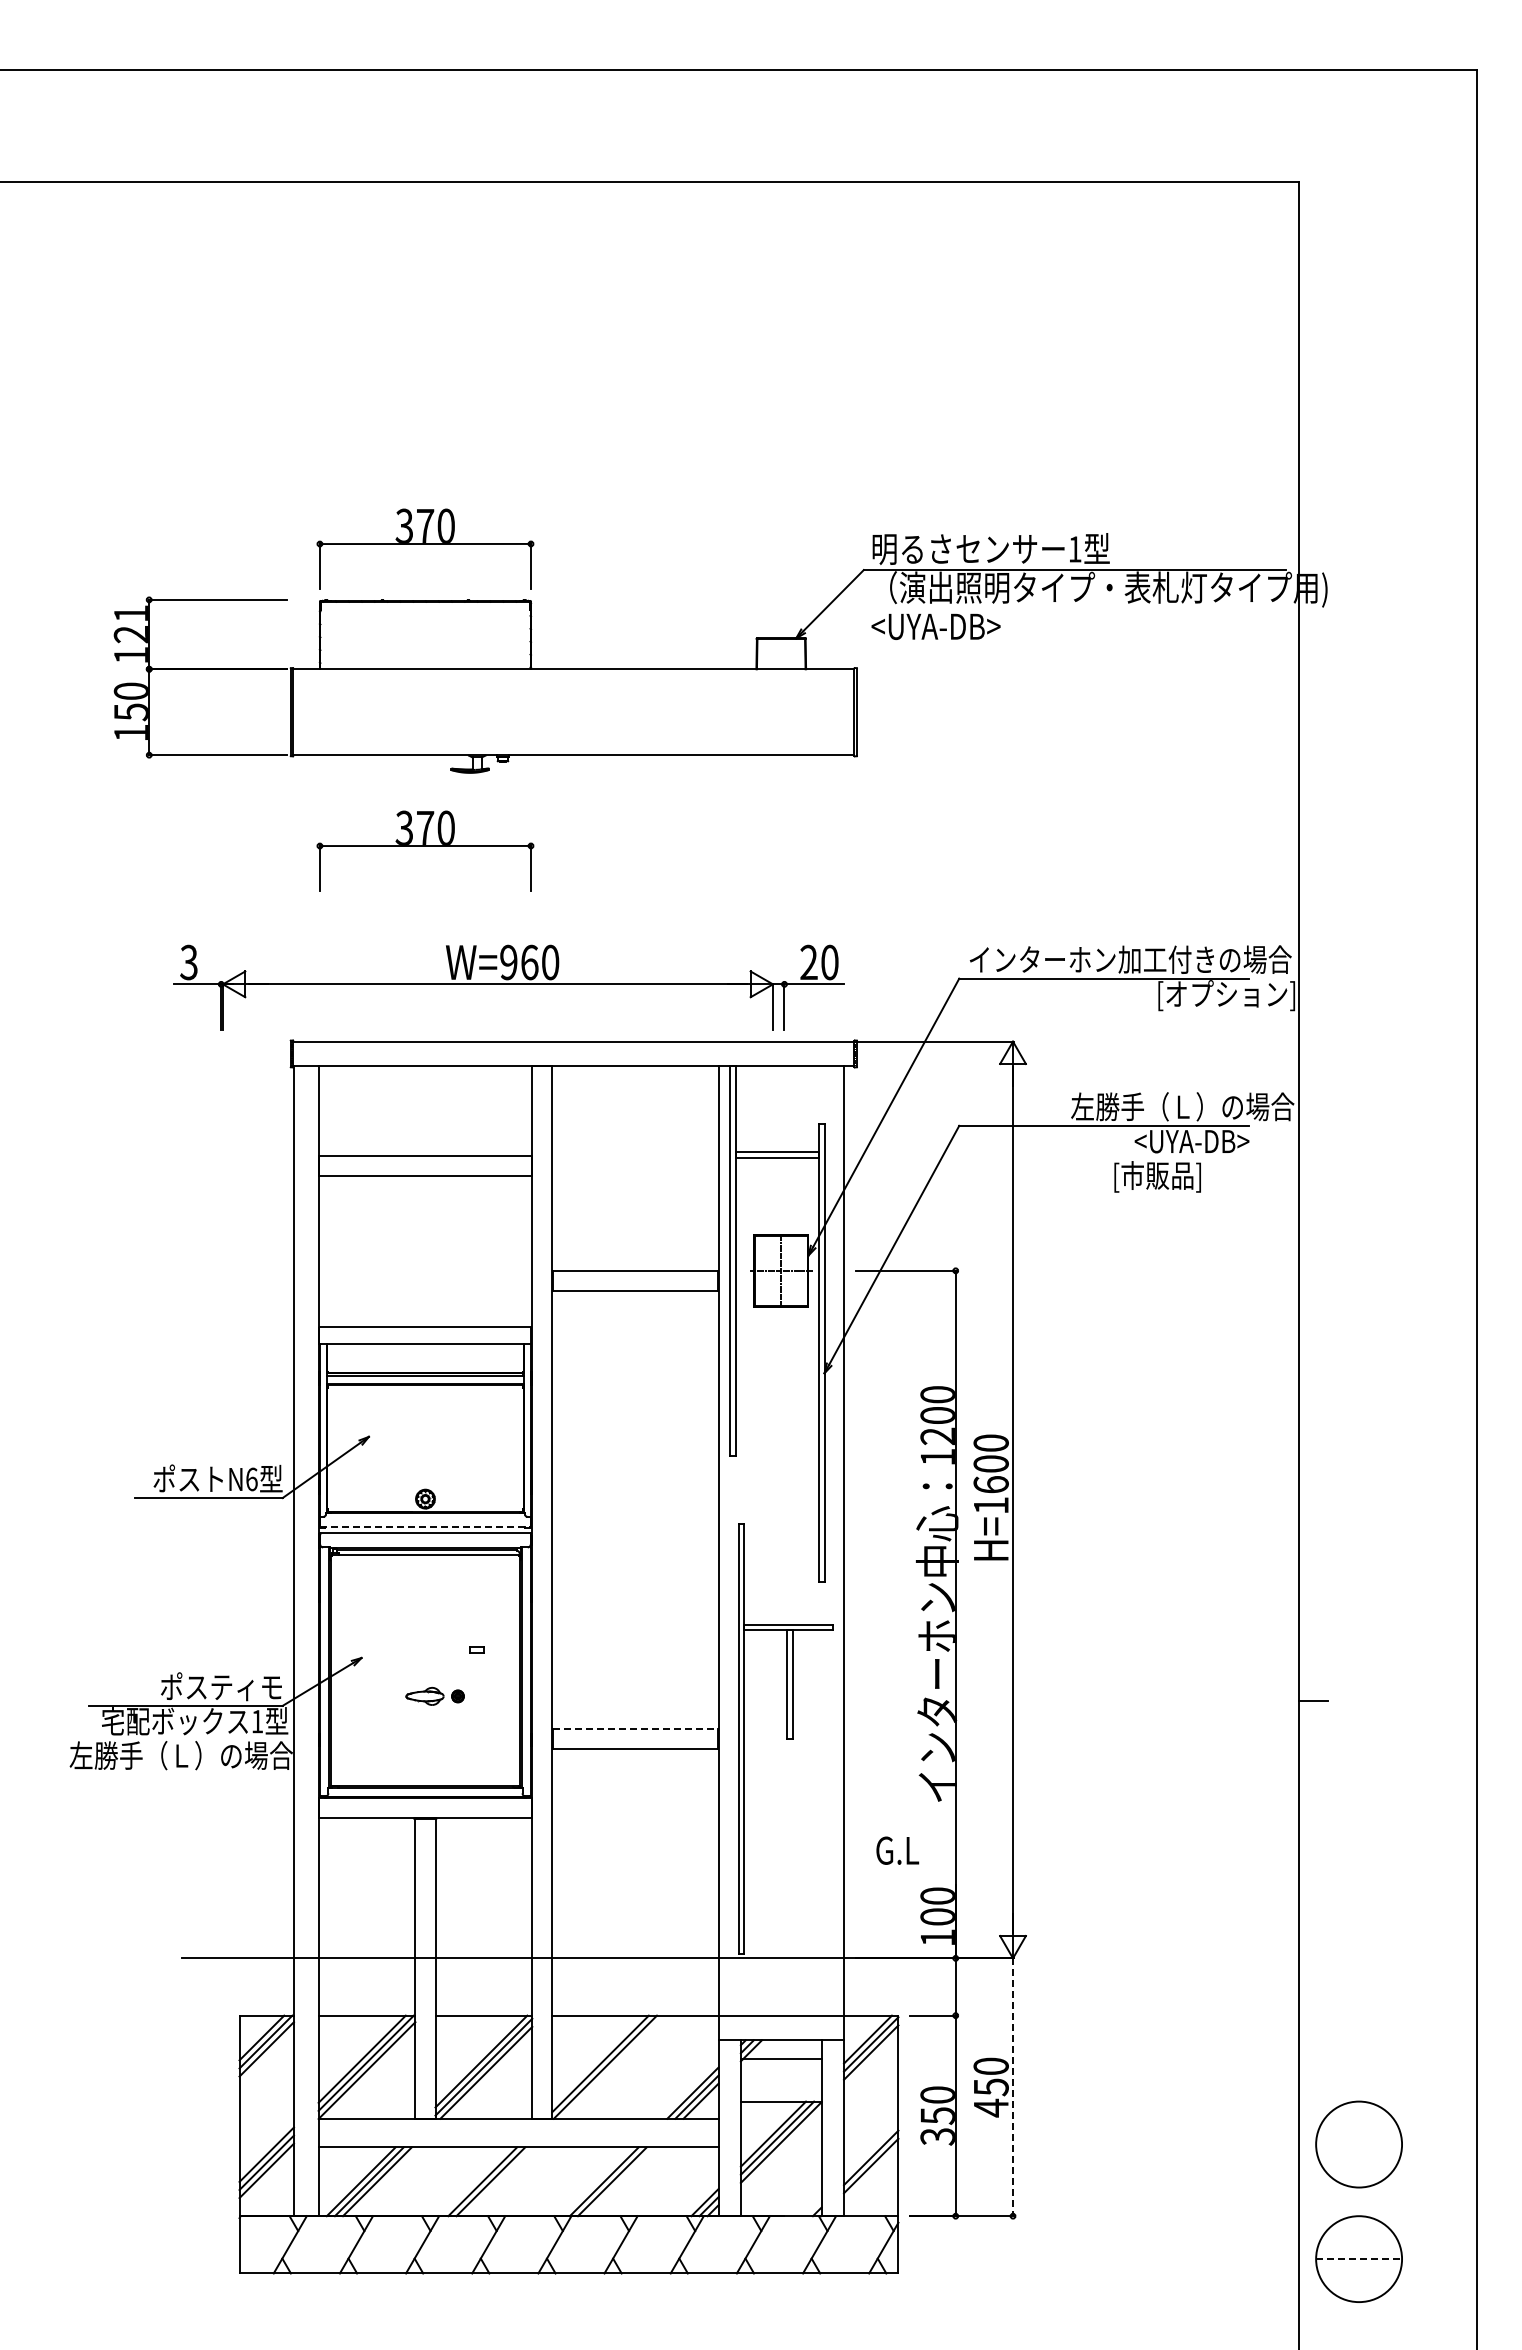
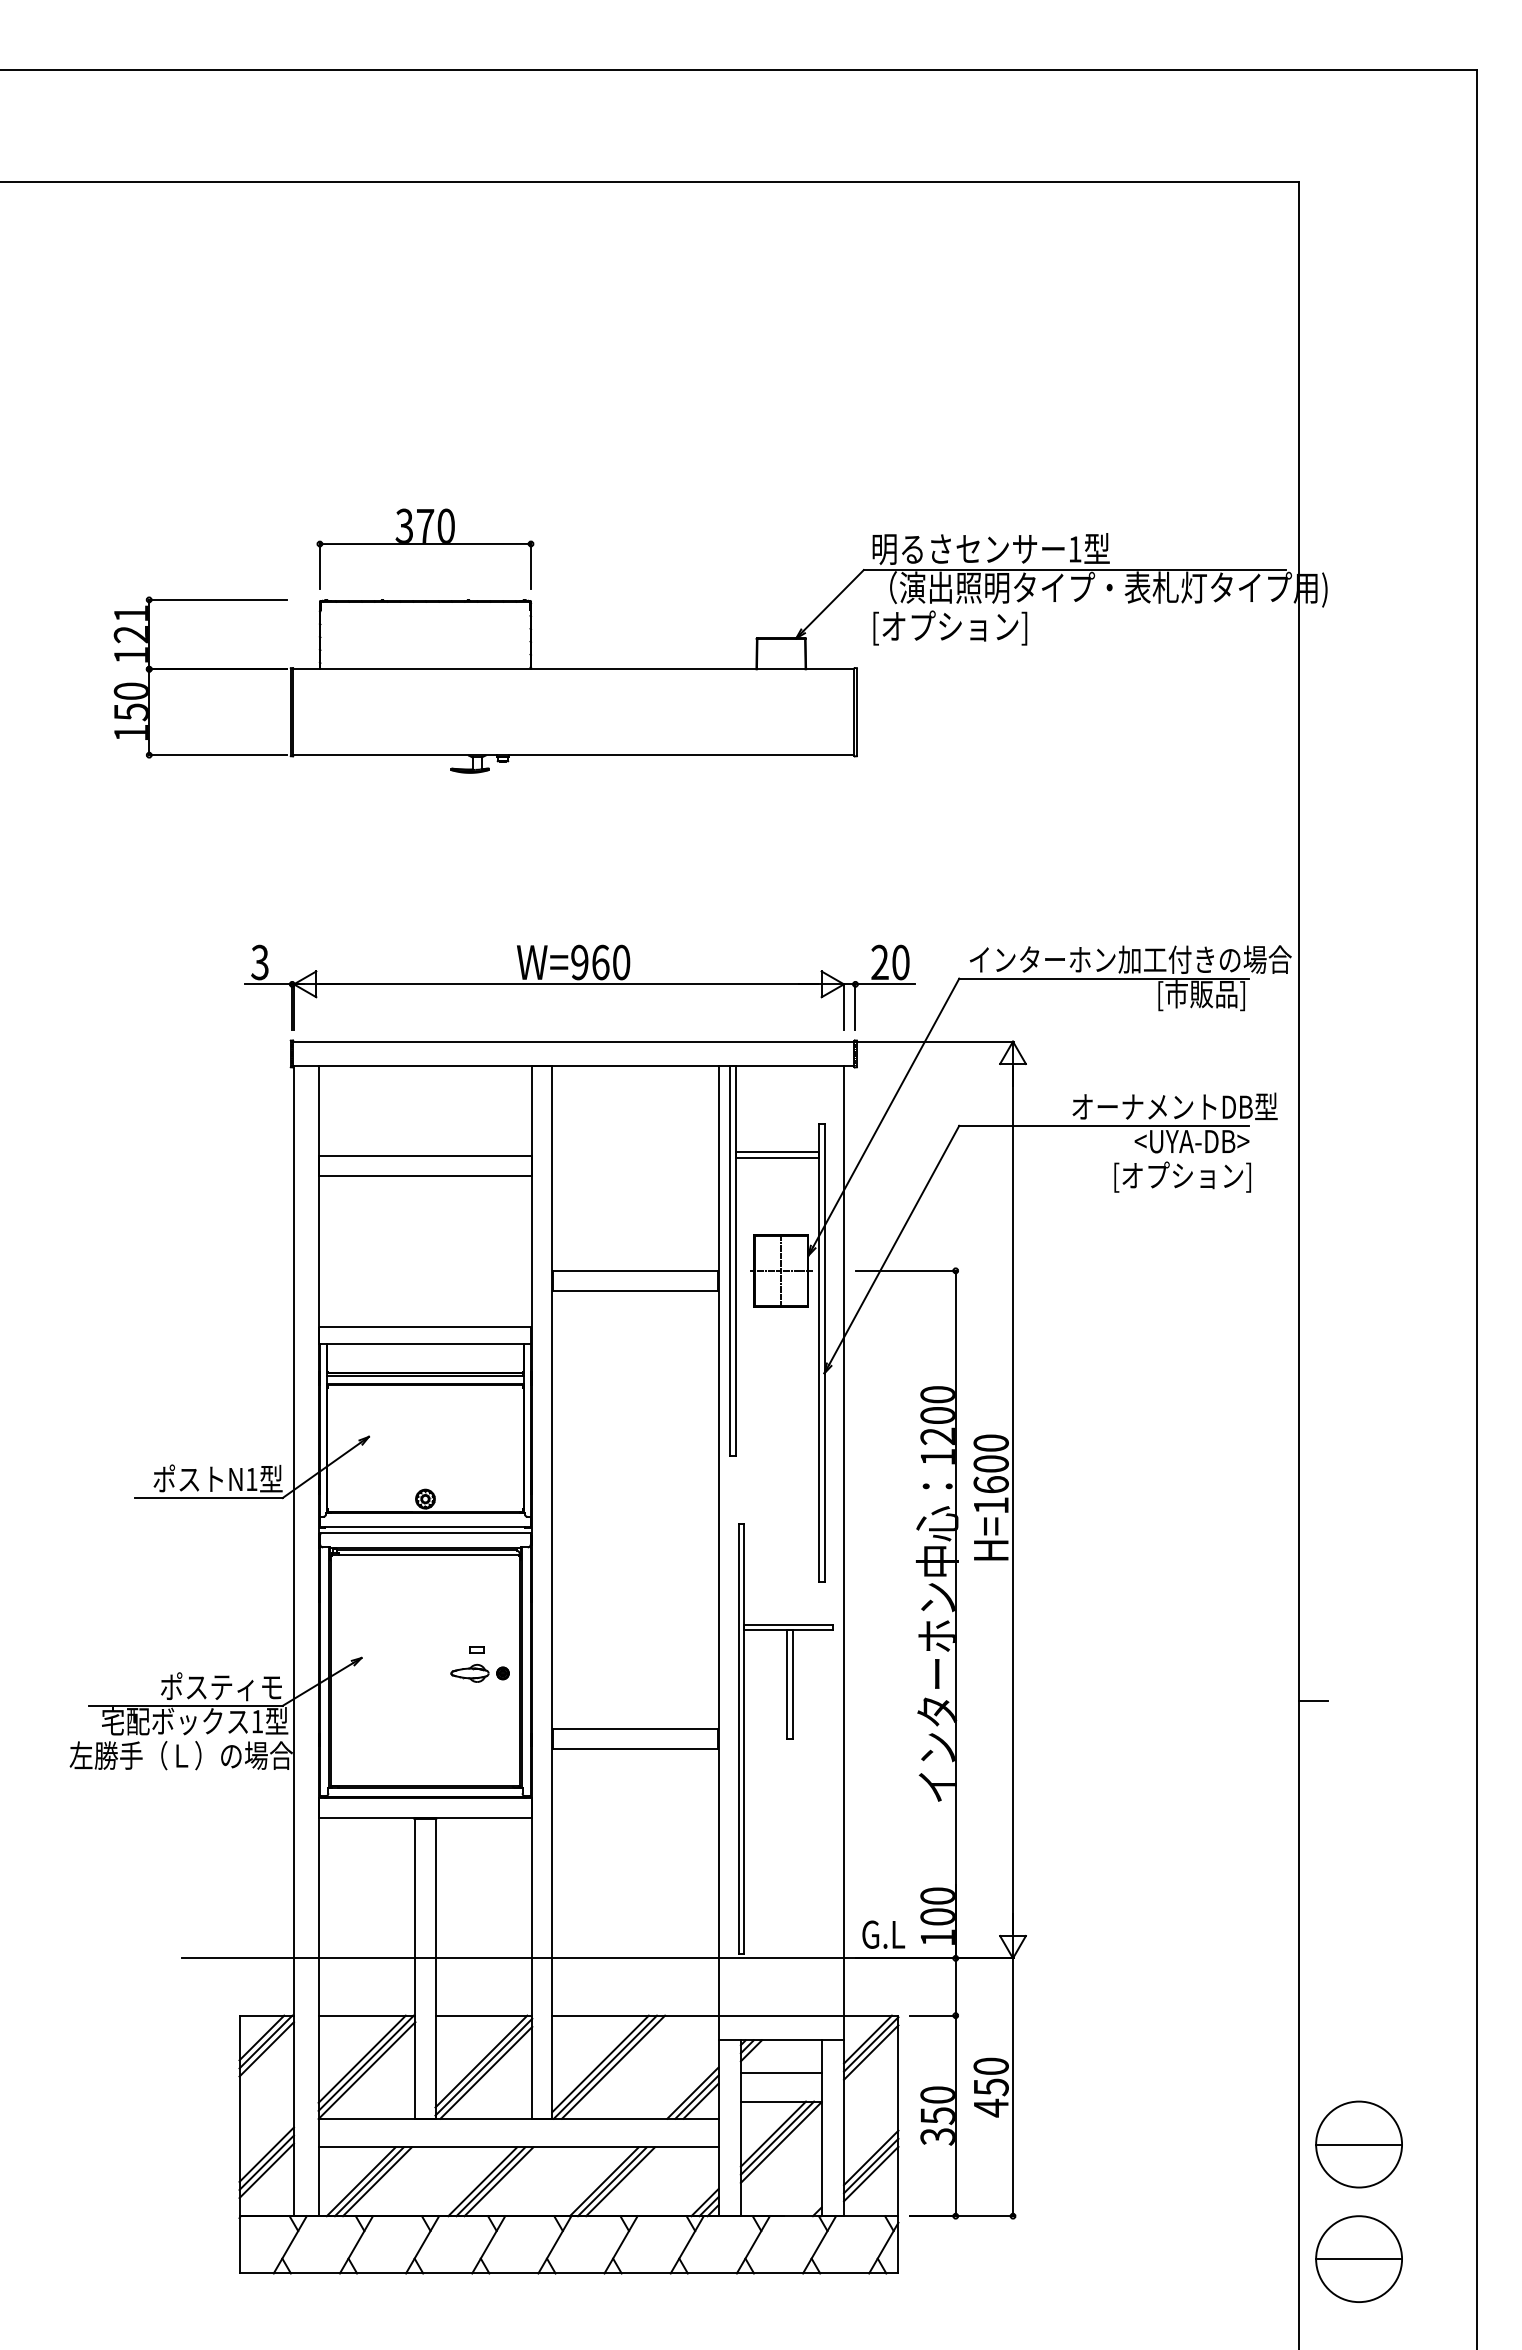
text at (949, 627): <UYA-DB> -> [オプション]
part at (425, 850): present -> none
part at (508, 987) position: (508, 987) -> (579, 987)
text at (1230, 995): [オプション] -> [市販品]
text at (1182, 1106): 左勝手（Ｌ）の場合 -> オーナメントDB型
text at (1186, 1176): [市販品] -> [オプション]
text at (251, 1479): N6 -> N1
line at (425, 1527): dashed -> solid
part at (434, 1696) position: (434, 1696) -> (479, 1673)
line at (635, 1729): dashed -> solid
text at (897, 1850) position: (897, 1850) -> (883, 1934)
line at (780, 2058) position: (780, 2058) -> (780, 2072)
line at (613, 2066): none -> present
line at (1013, 2087): dashed -> solid
line at (1359, 2144): none -> present
line at (871, 2173): none -> present
line at (498, 2181): none -> present
line at (620, 2181): none -> present
line at (1359, 2259): dashed -> solid
